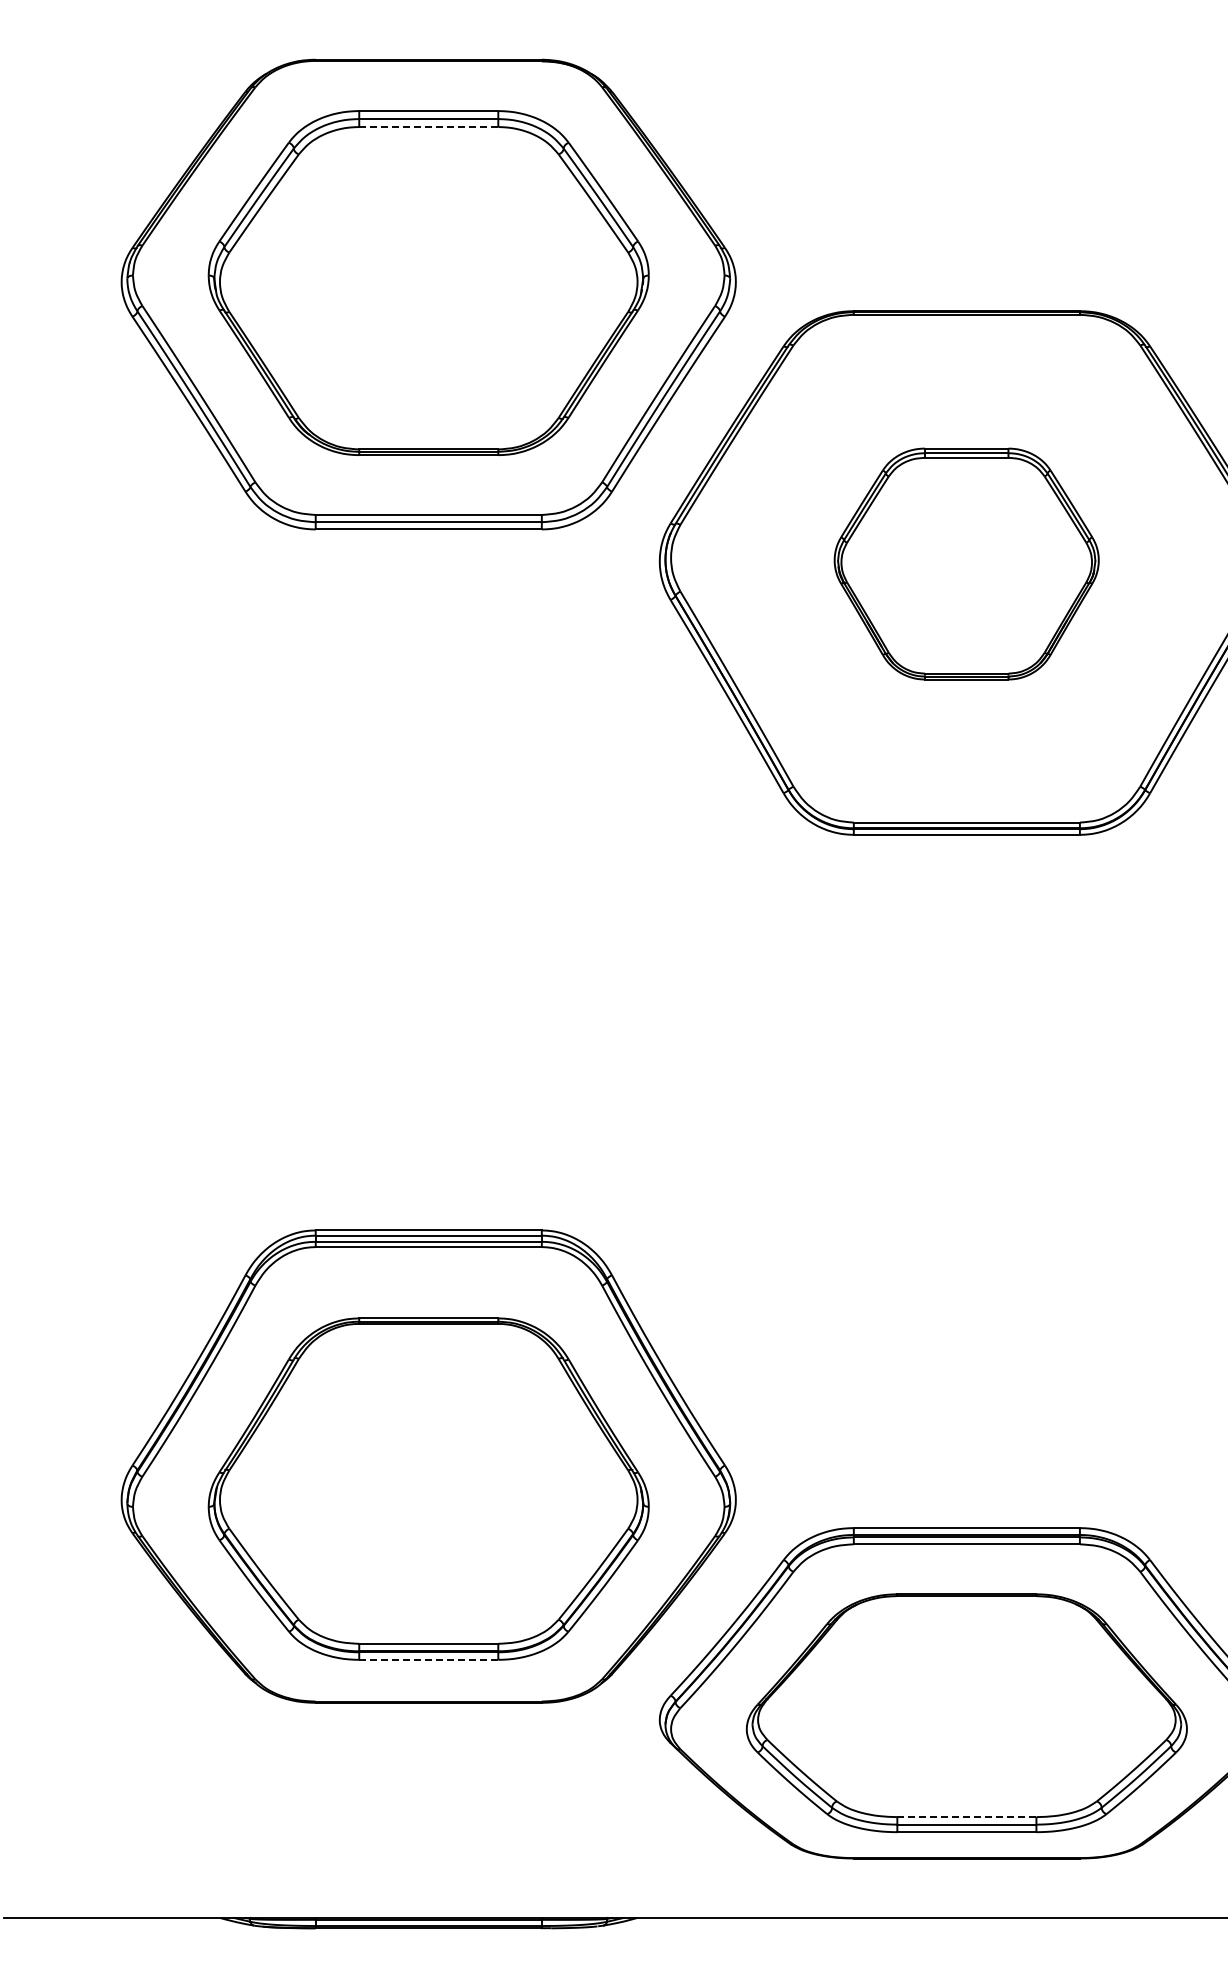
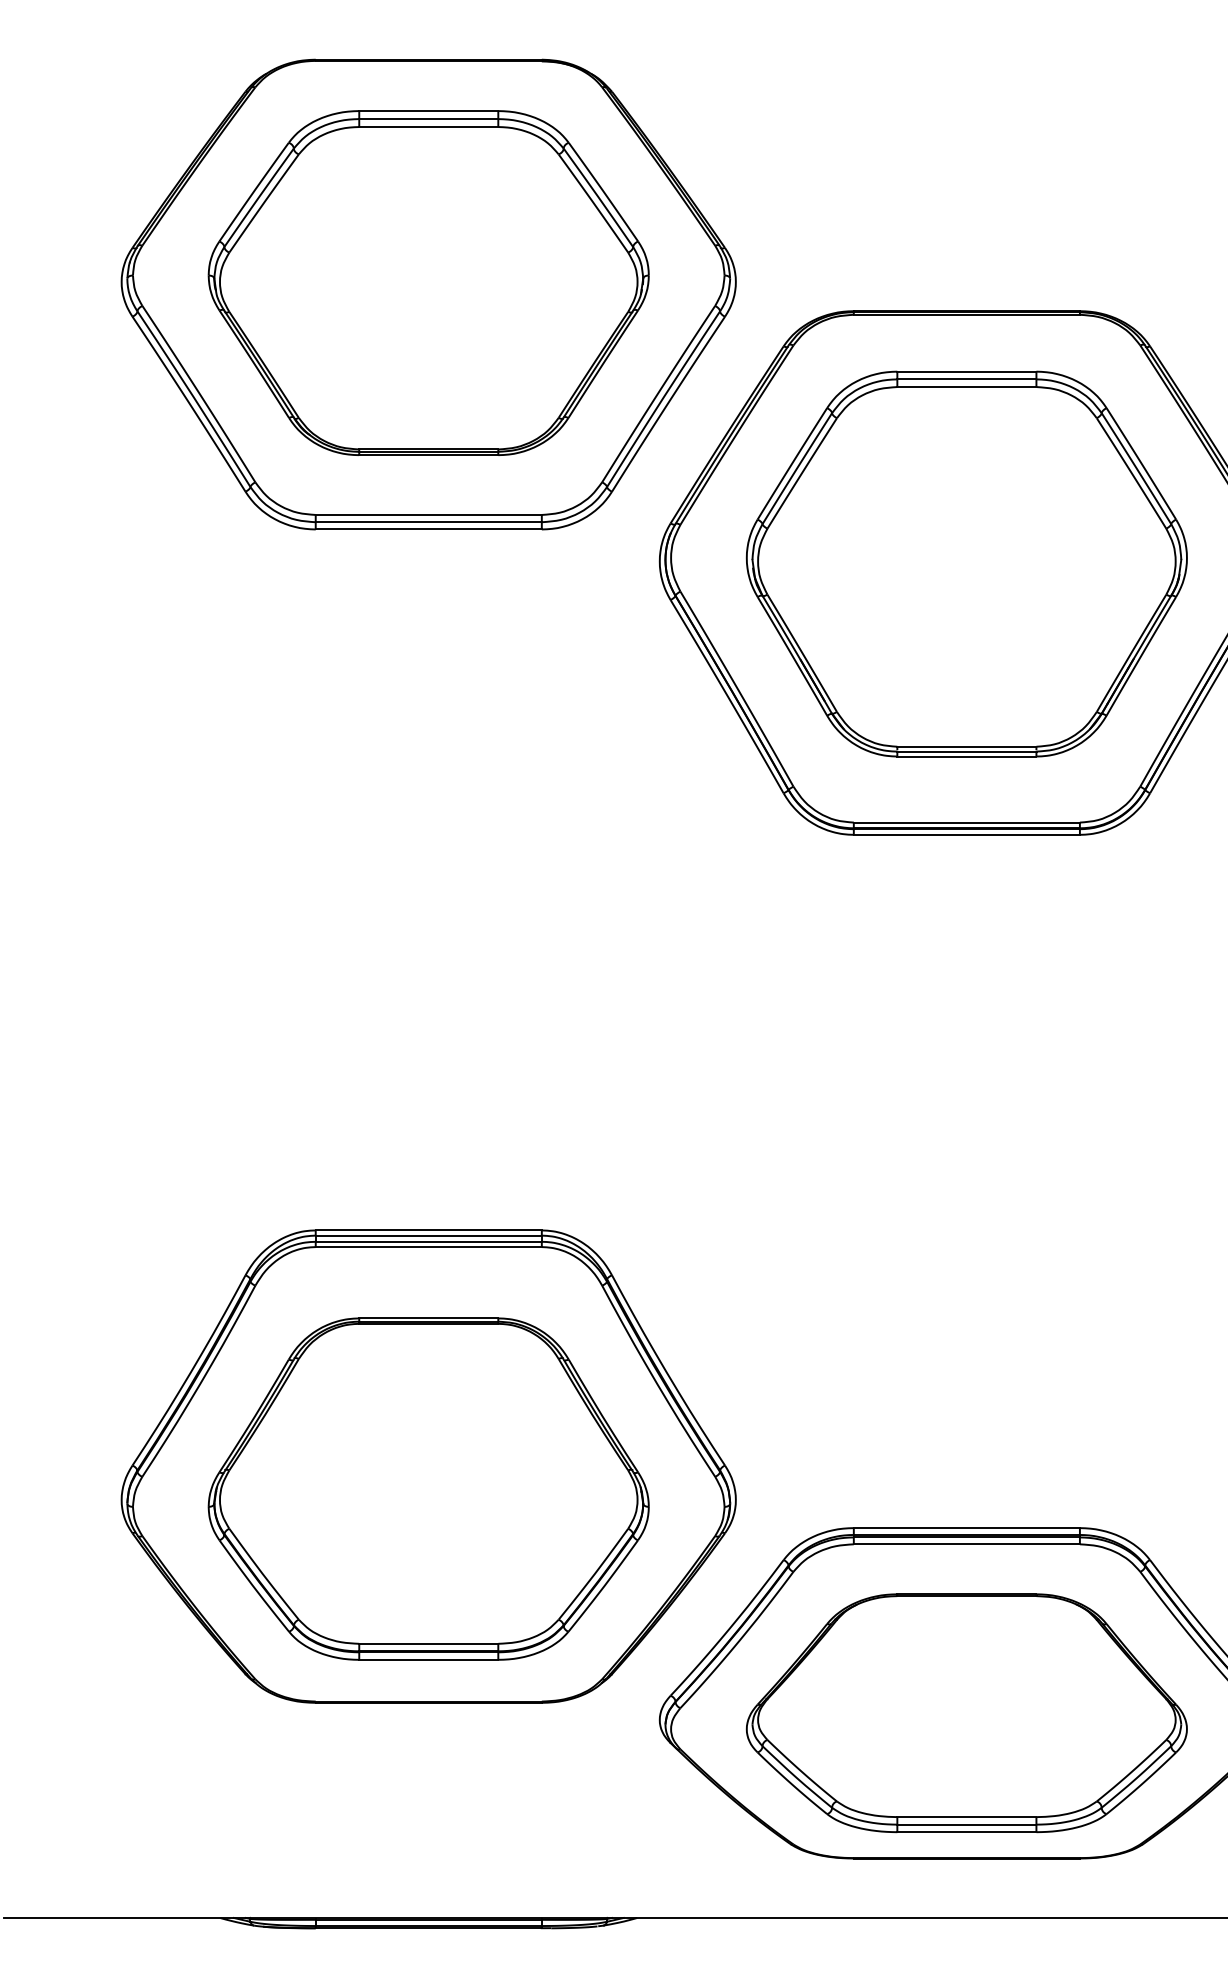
line at (428, 127): dashed -> solid
part at (966, 563) size: 267x234 px -> 443x388 px
line at (428, 1659): dashed -> solid
line at (966, 1817): dashed -> solid
